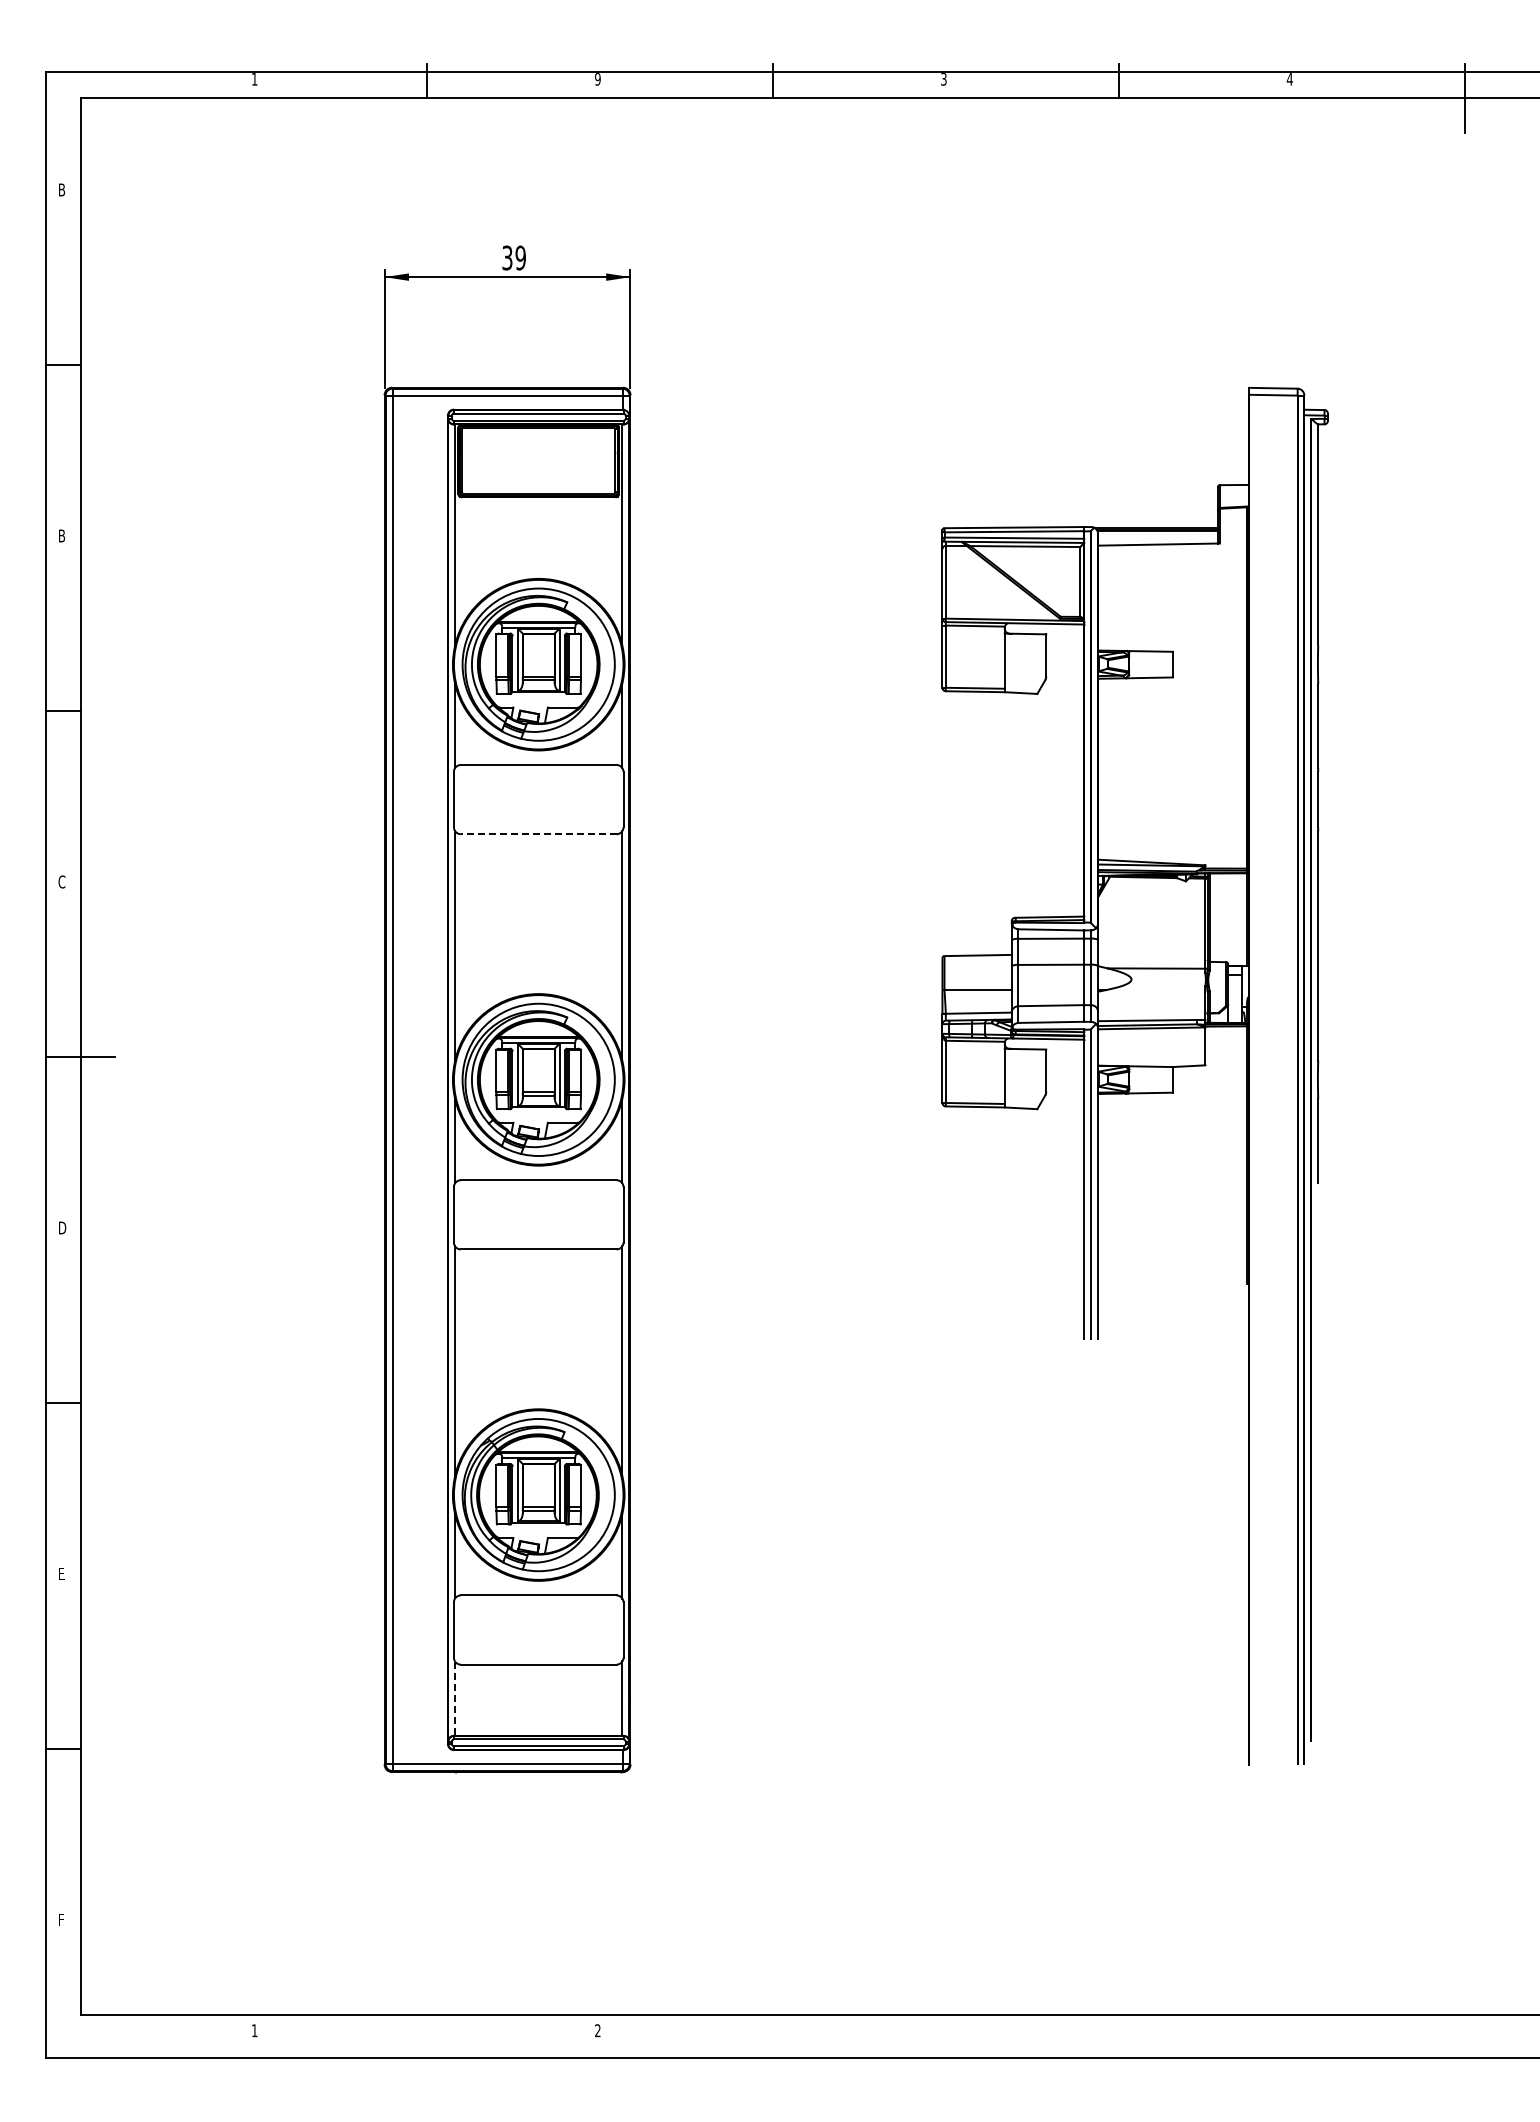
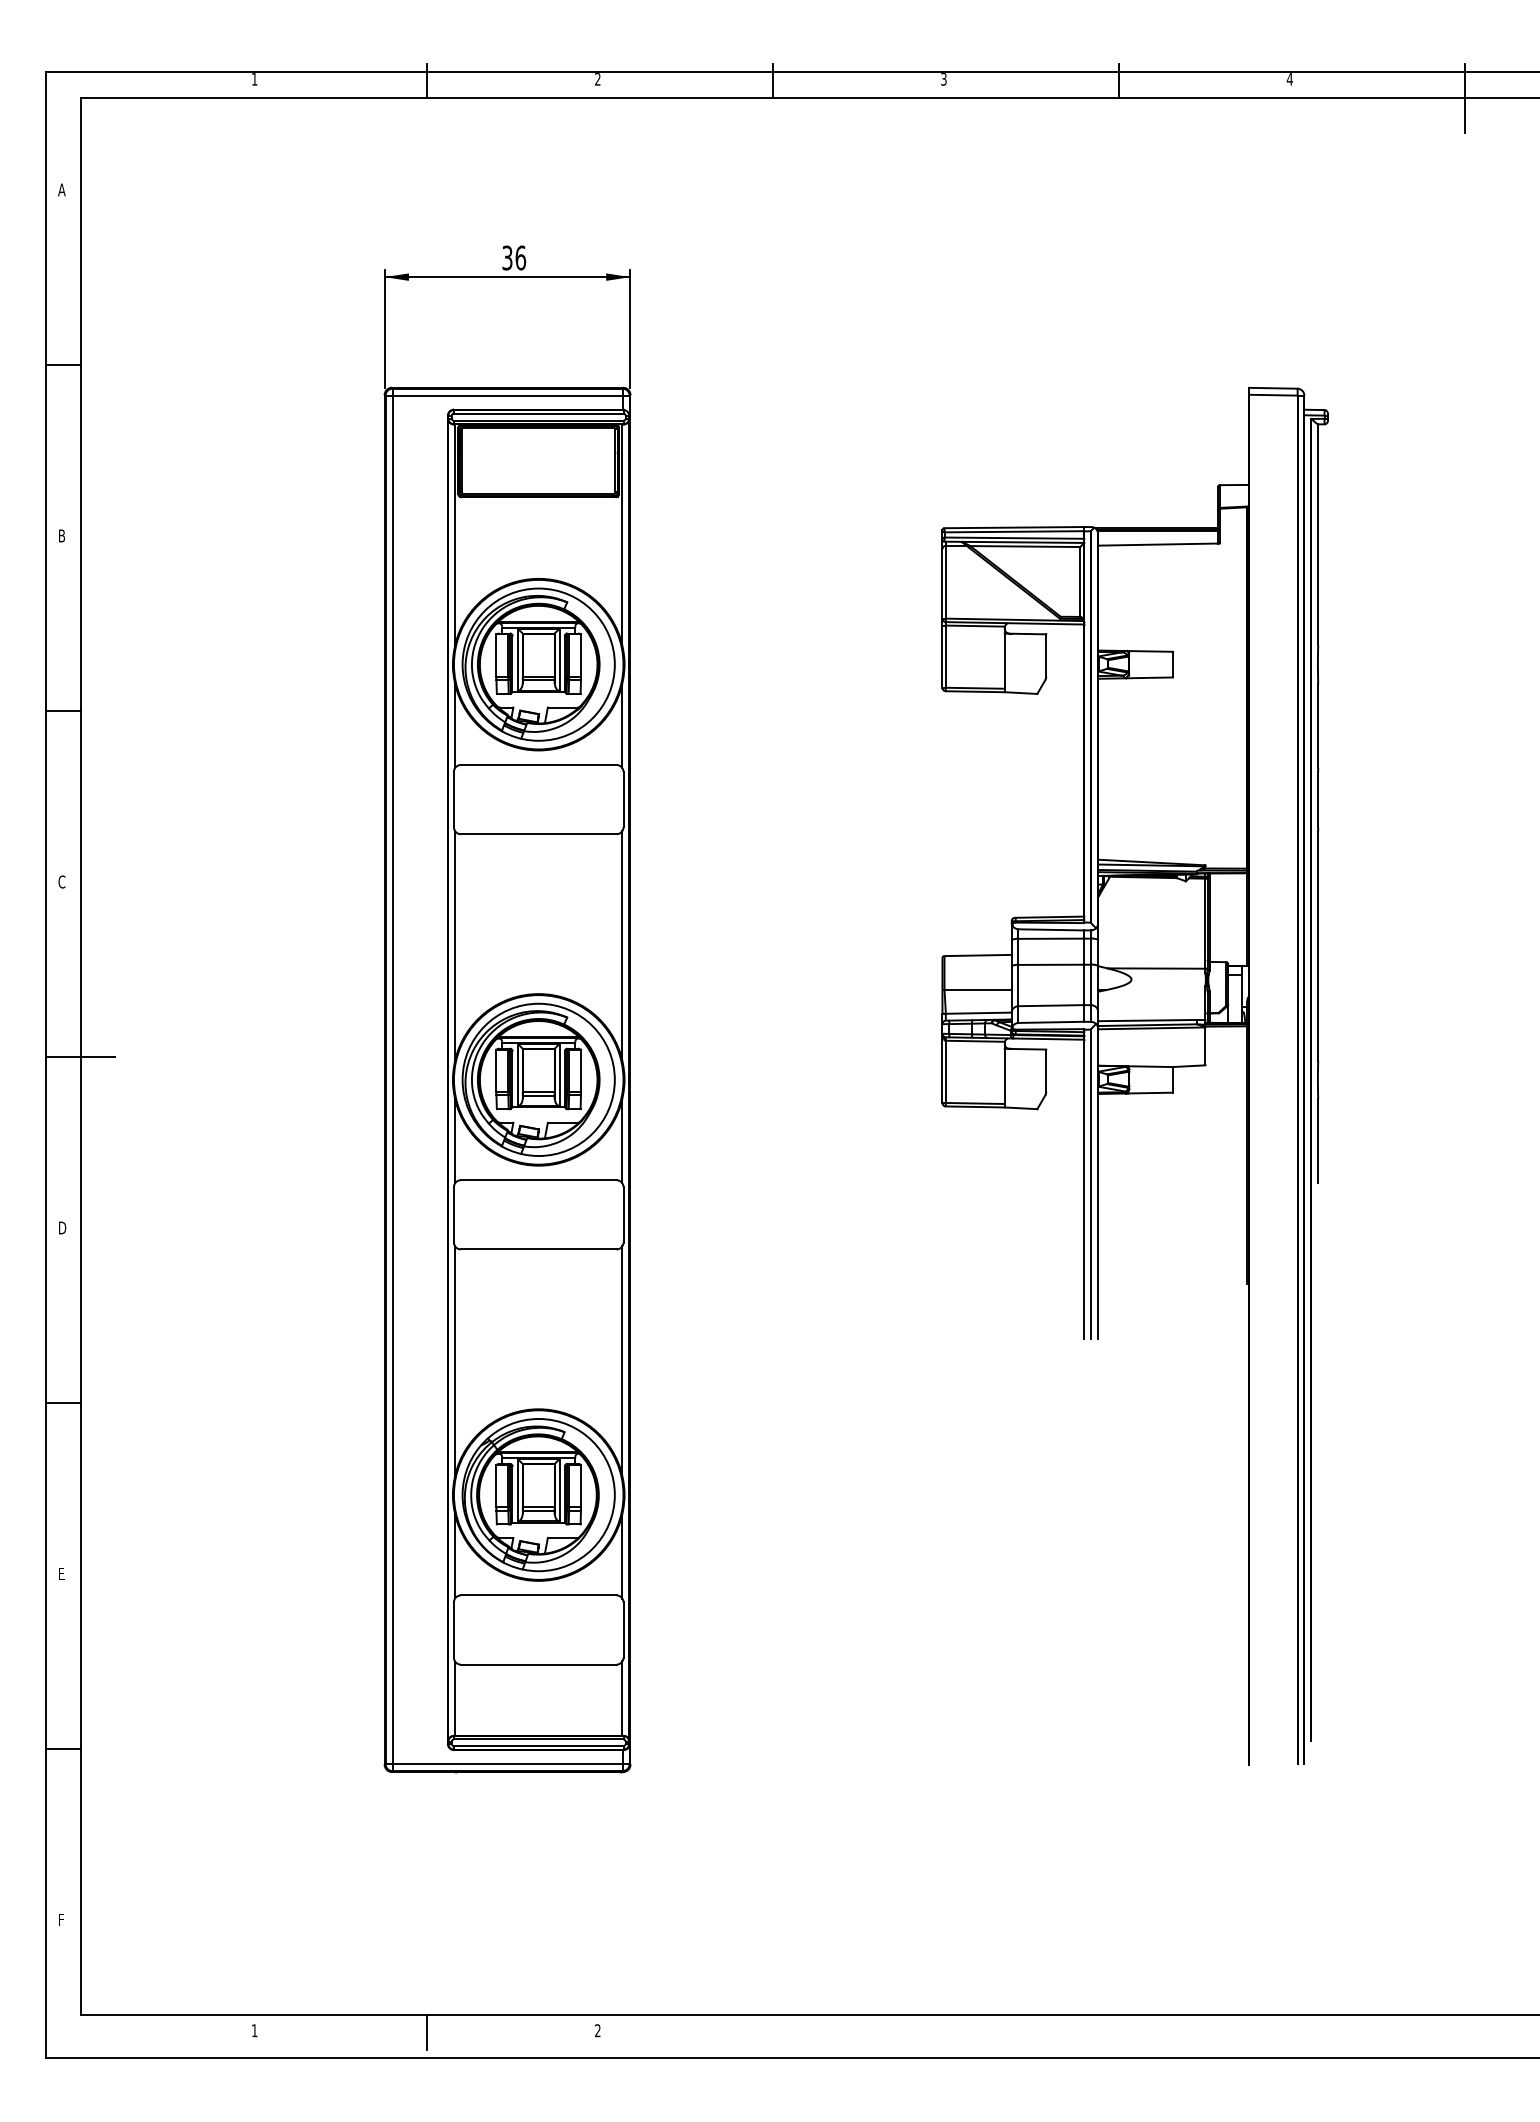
text at (597, 79): 9 -> 2
text at (61, 189): B -> A
text at (520, 257): 39 -> 36
line at (538, 834): dashed -> solid
line at (455, 1699): dashed -> solid
line at (426, 2032): none -> present
